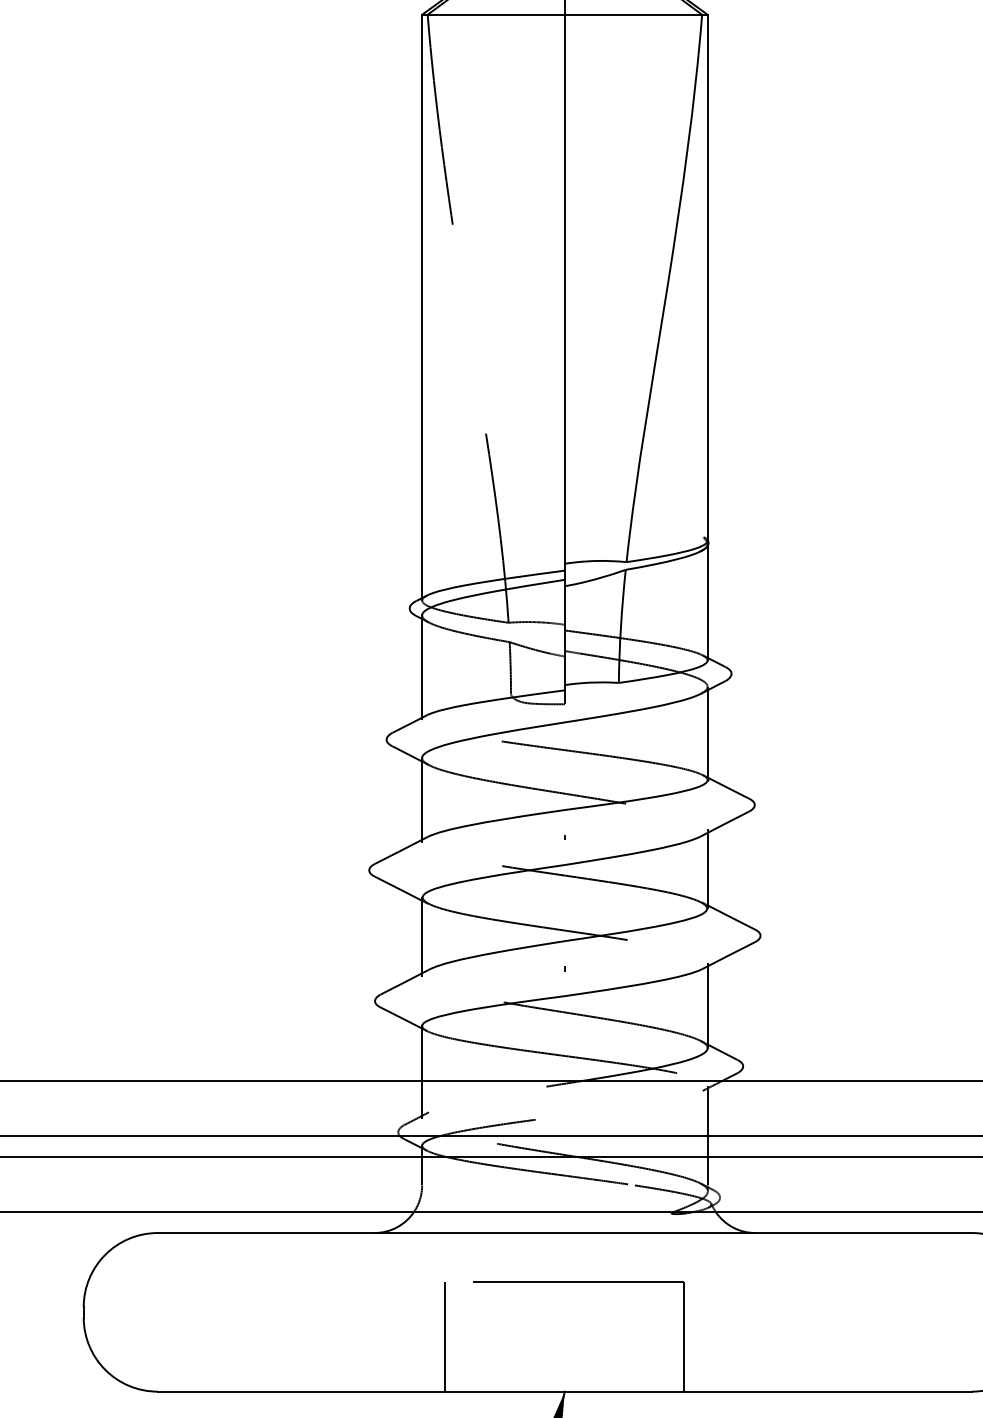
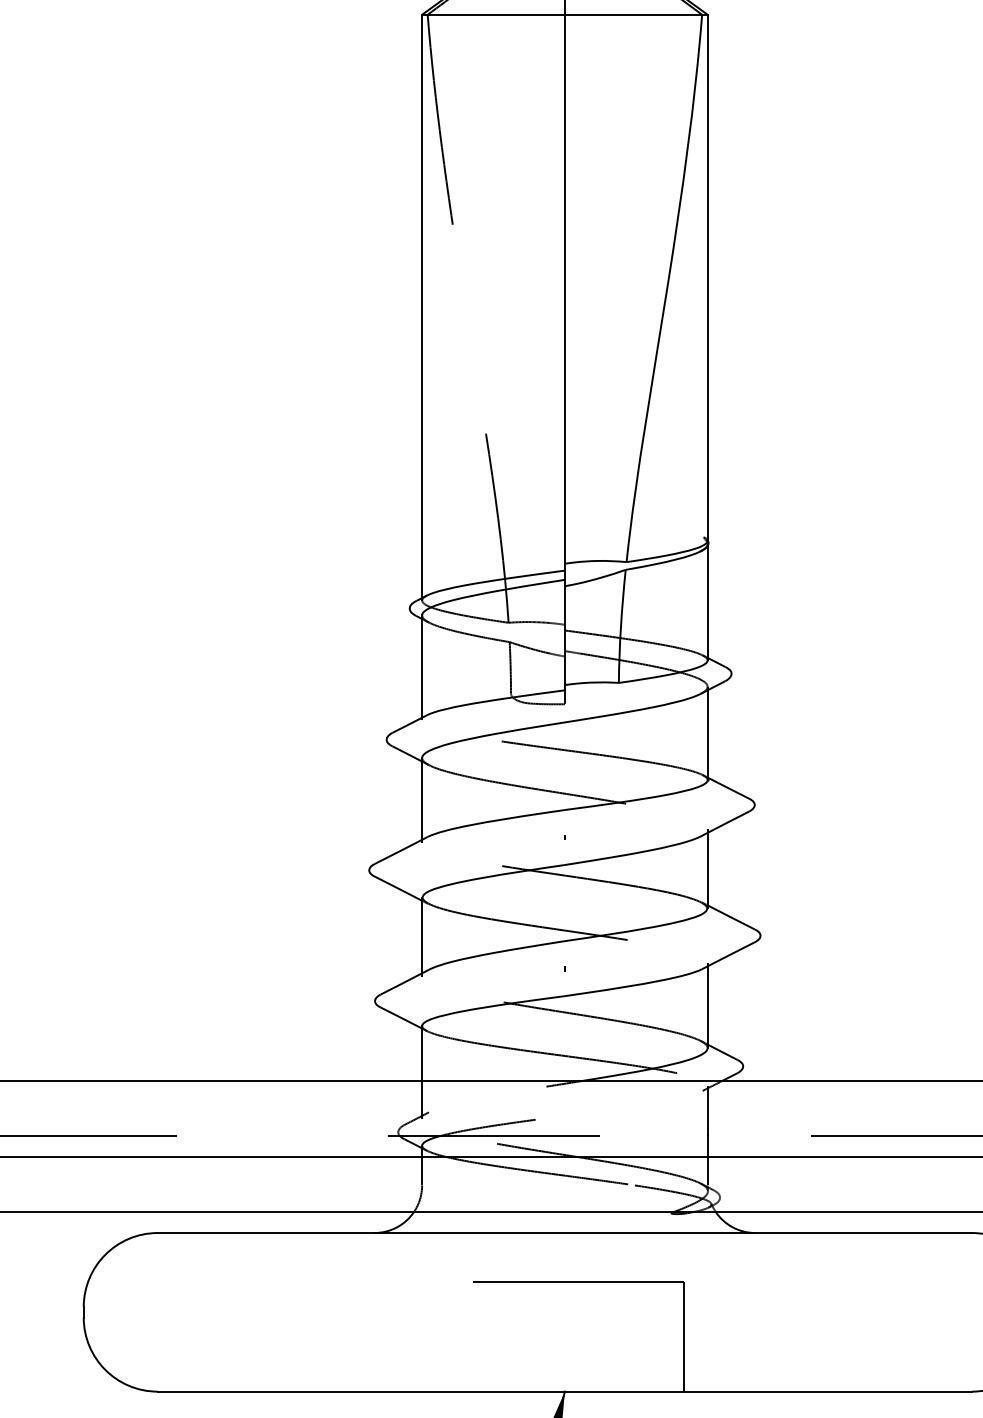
line at (492, 1135): solid -> dashed
line at (445, 1336): present -> none
